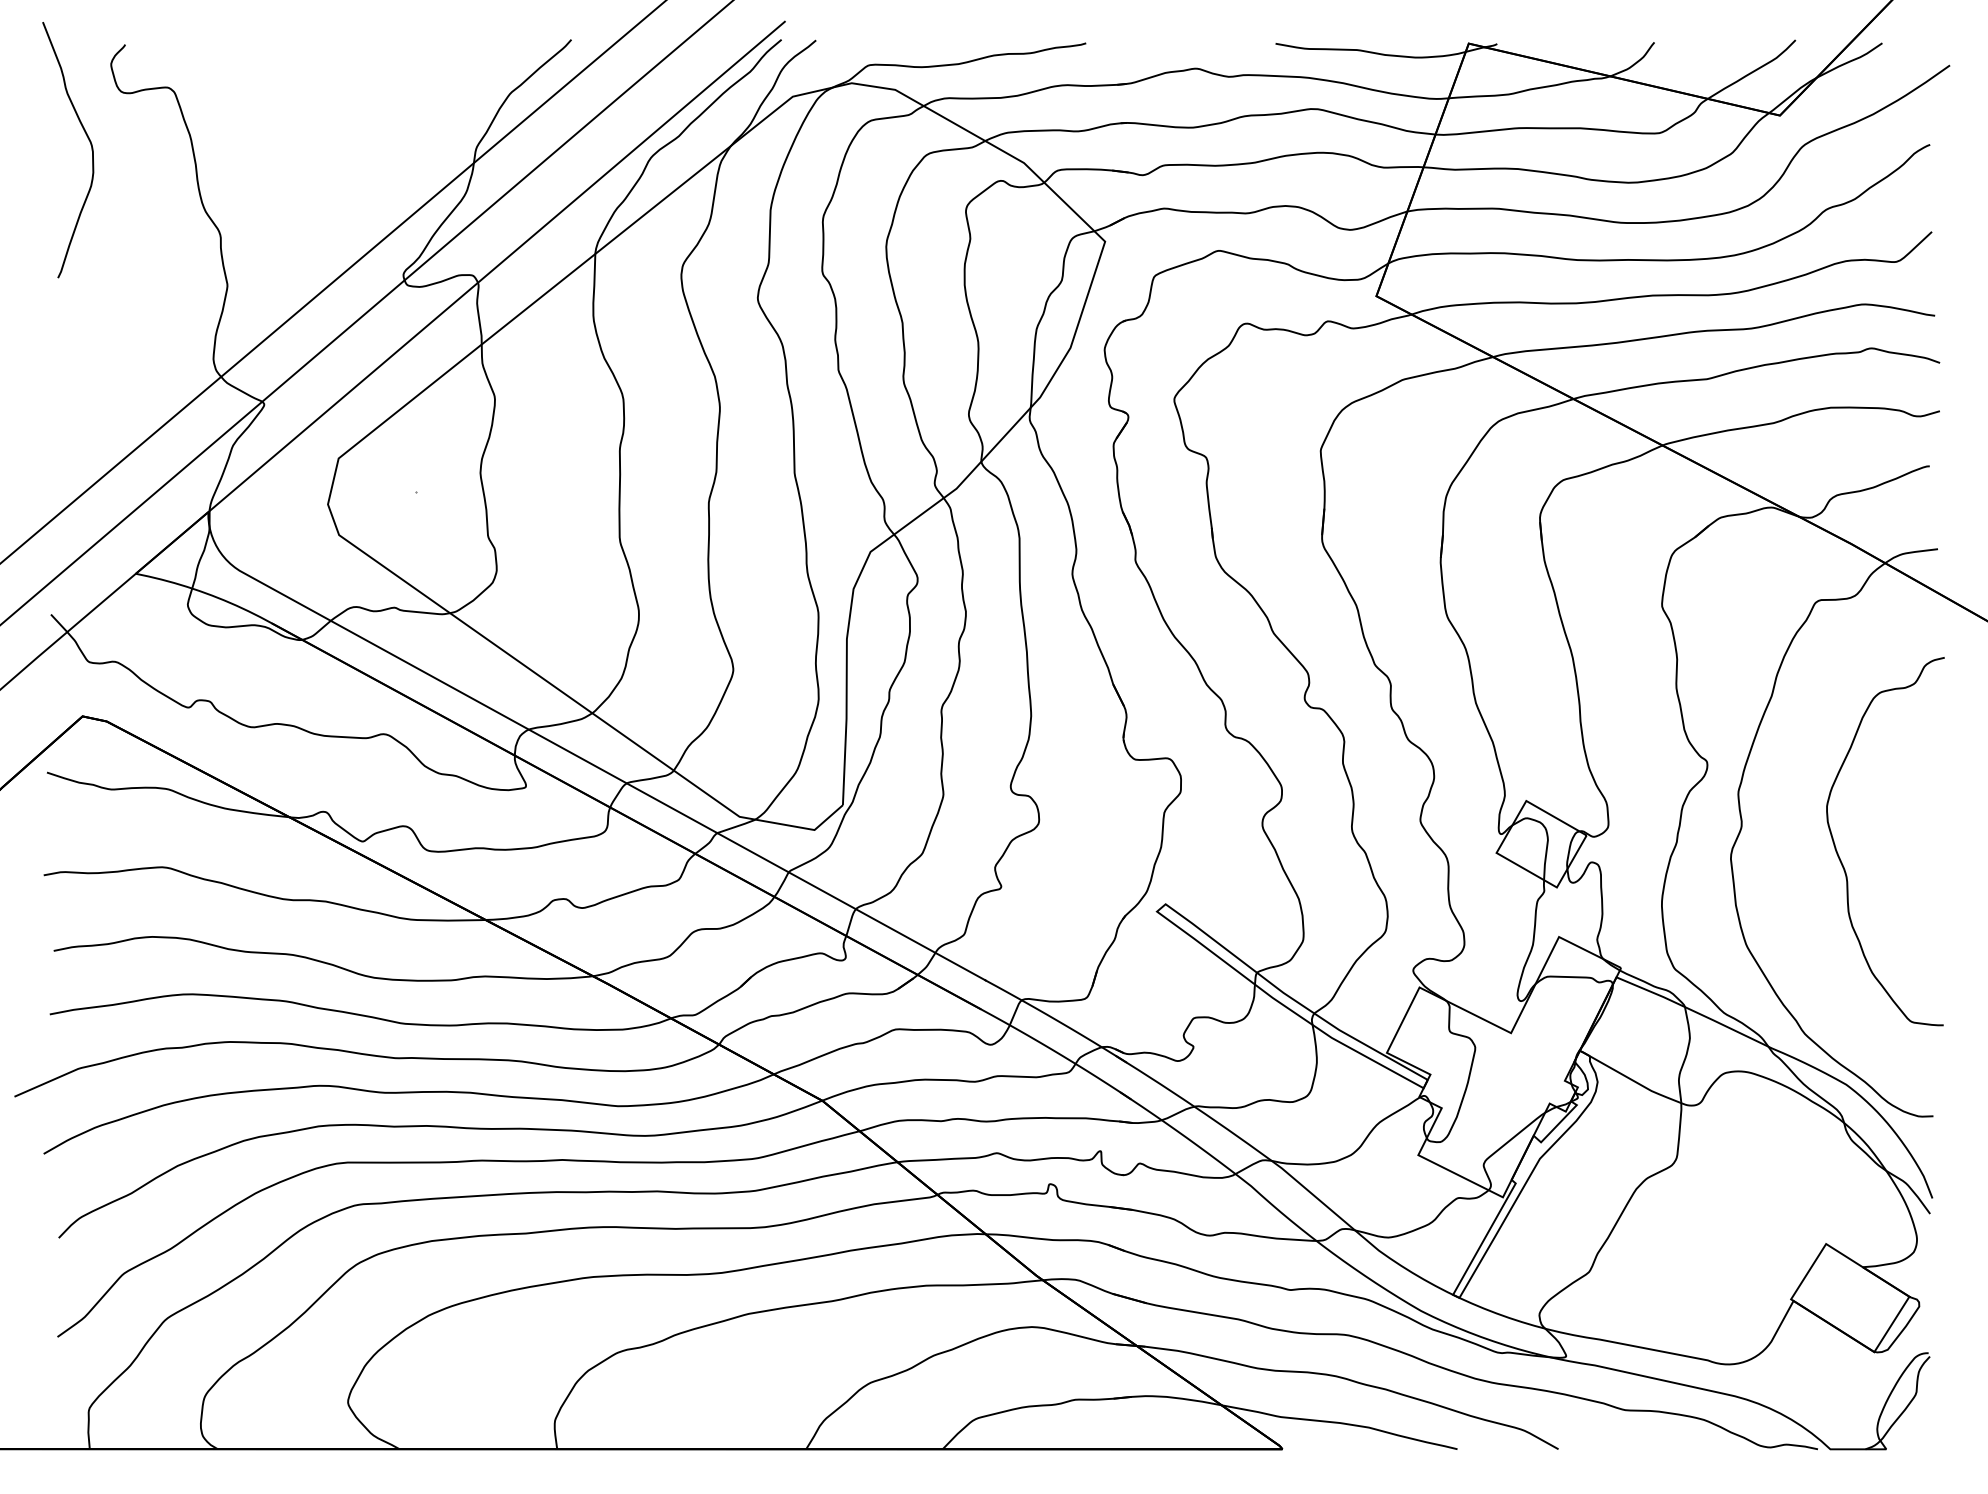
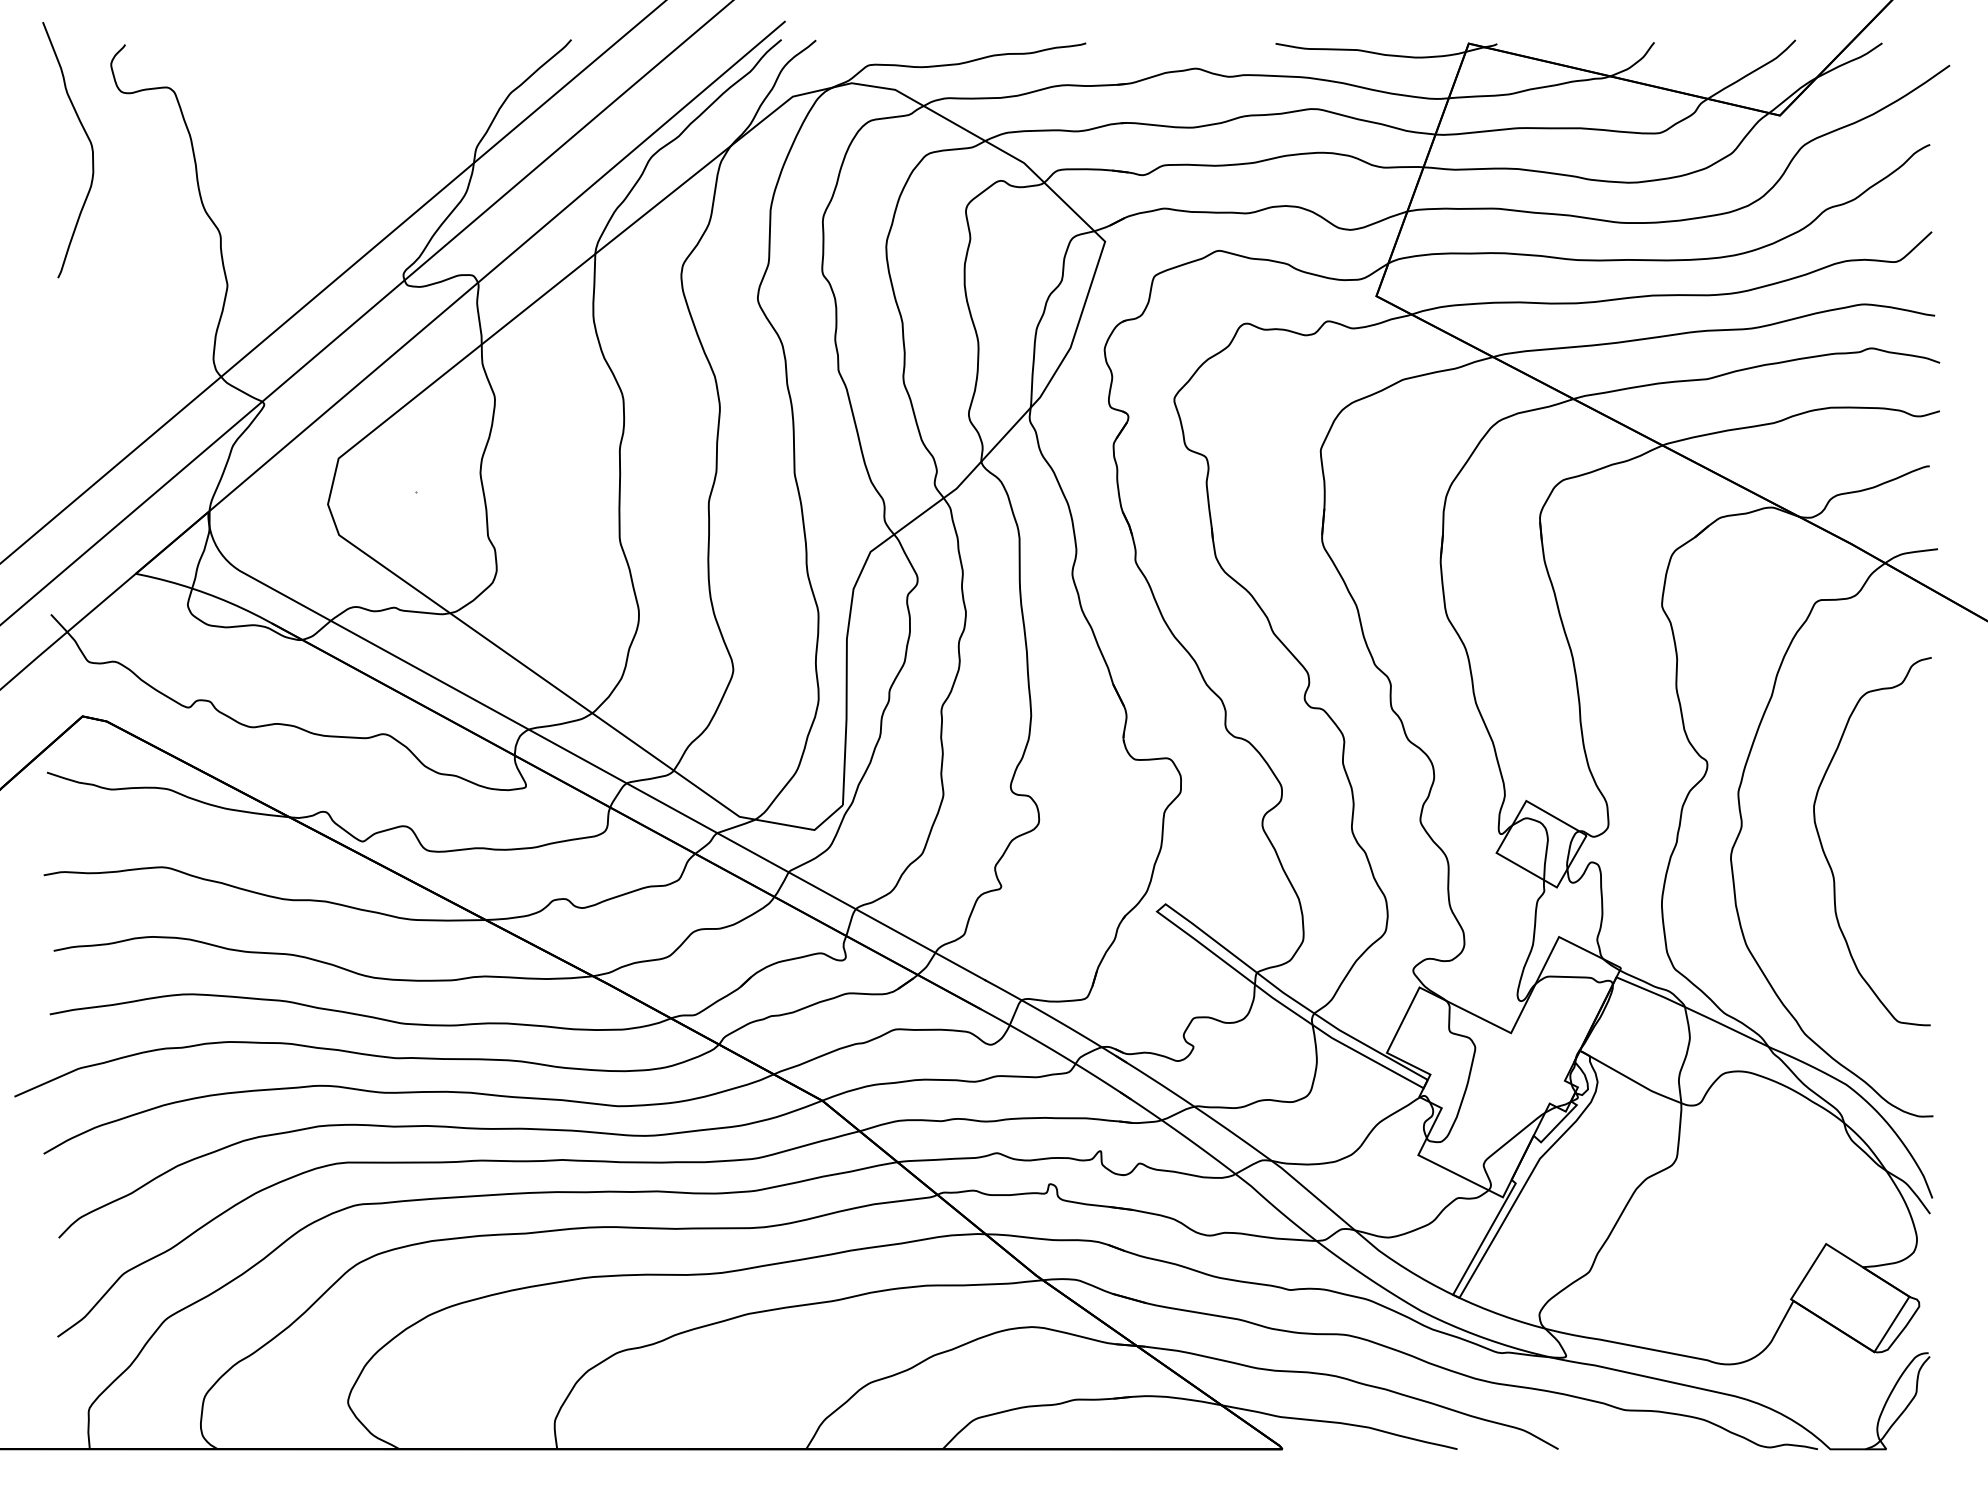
curve at (1842, 862) position: (1842, 862) -> (1829, 862)
